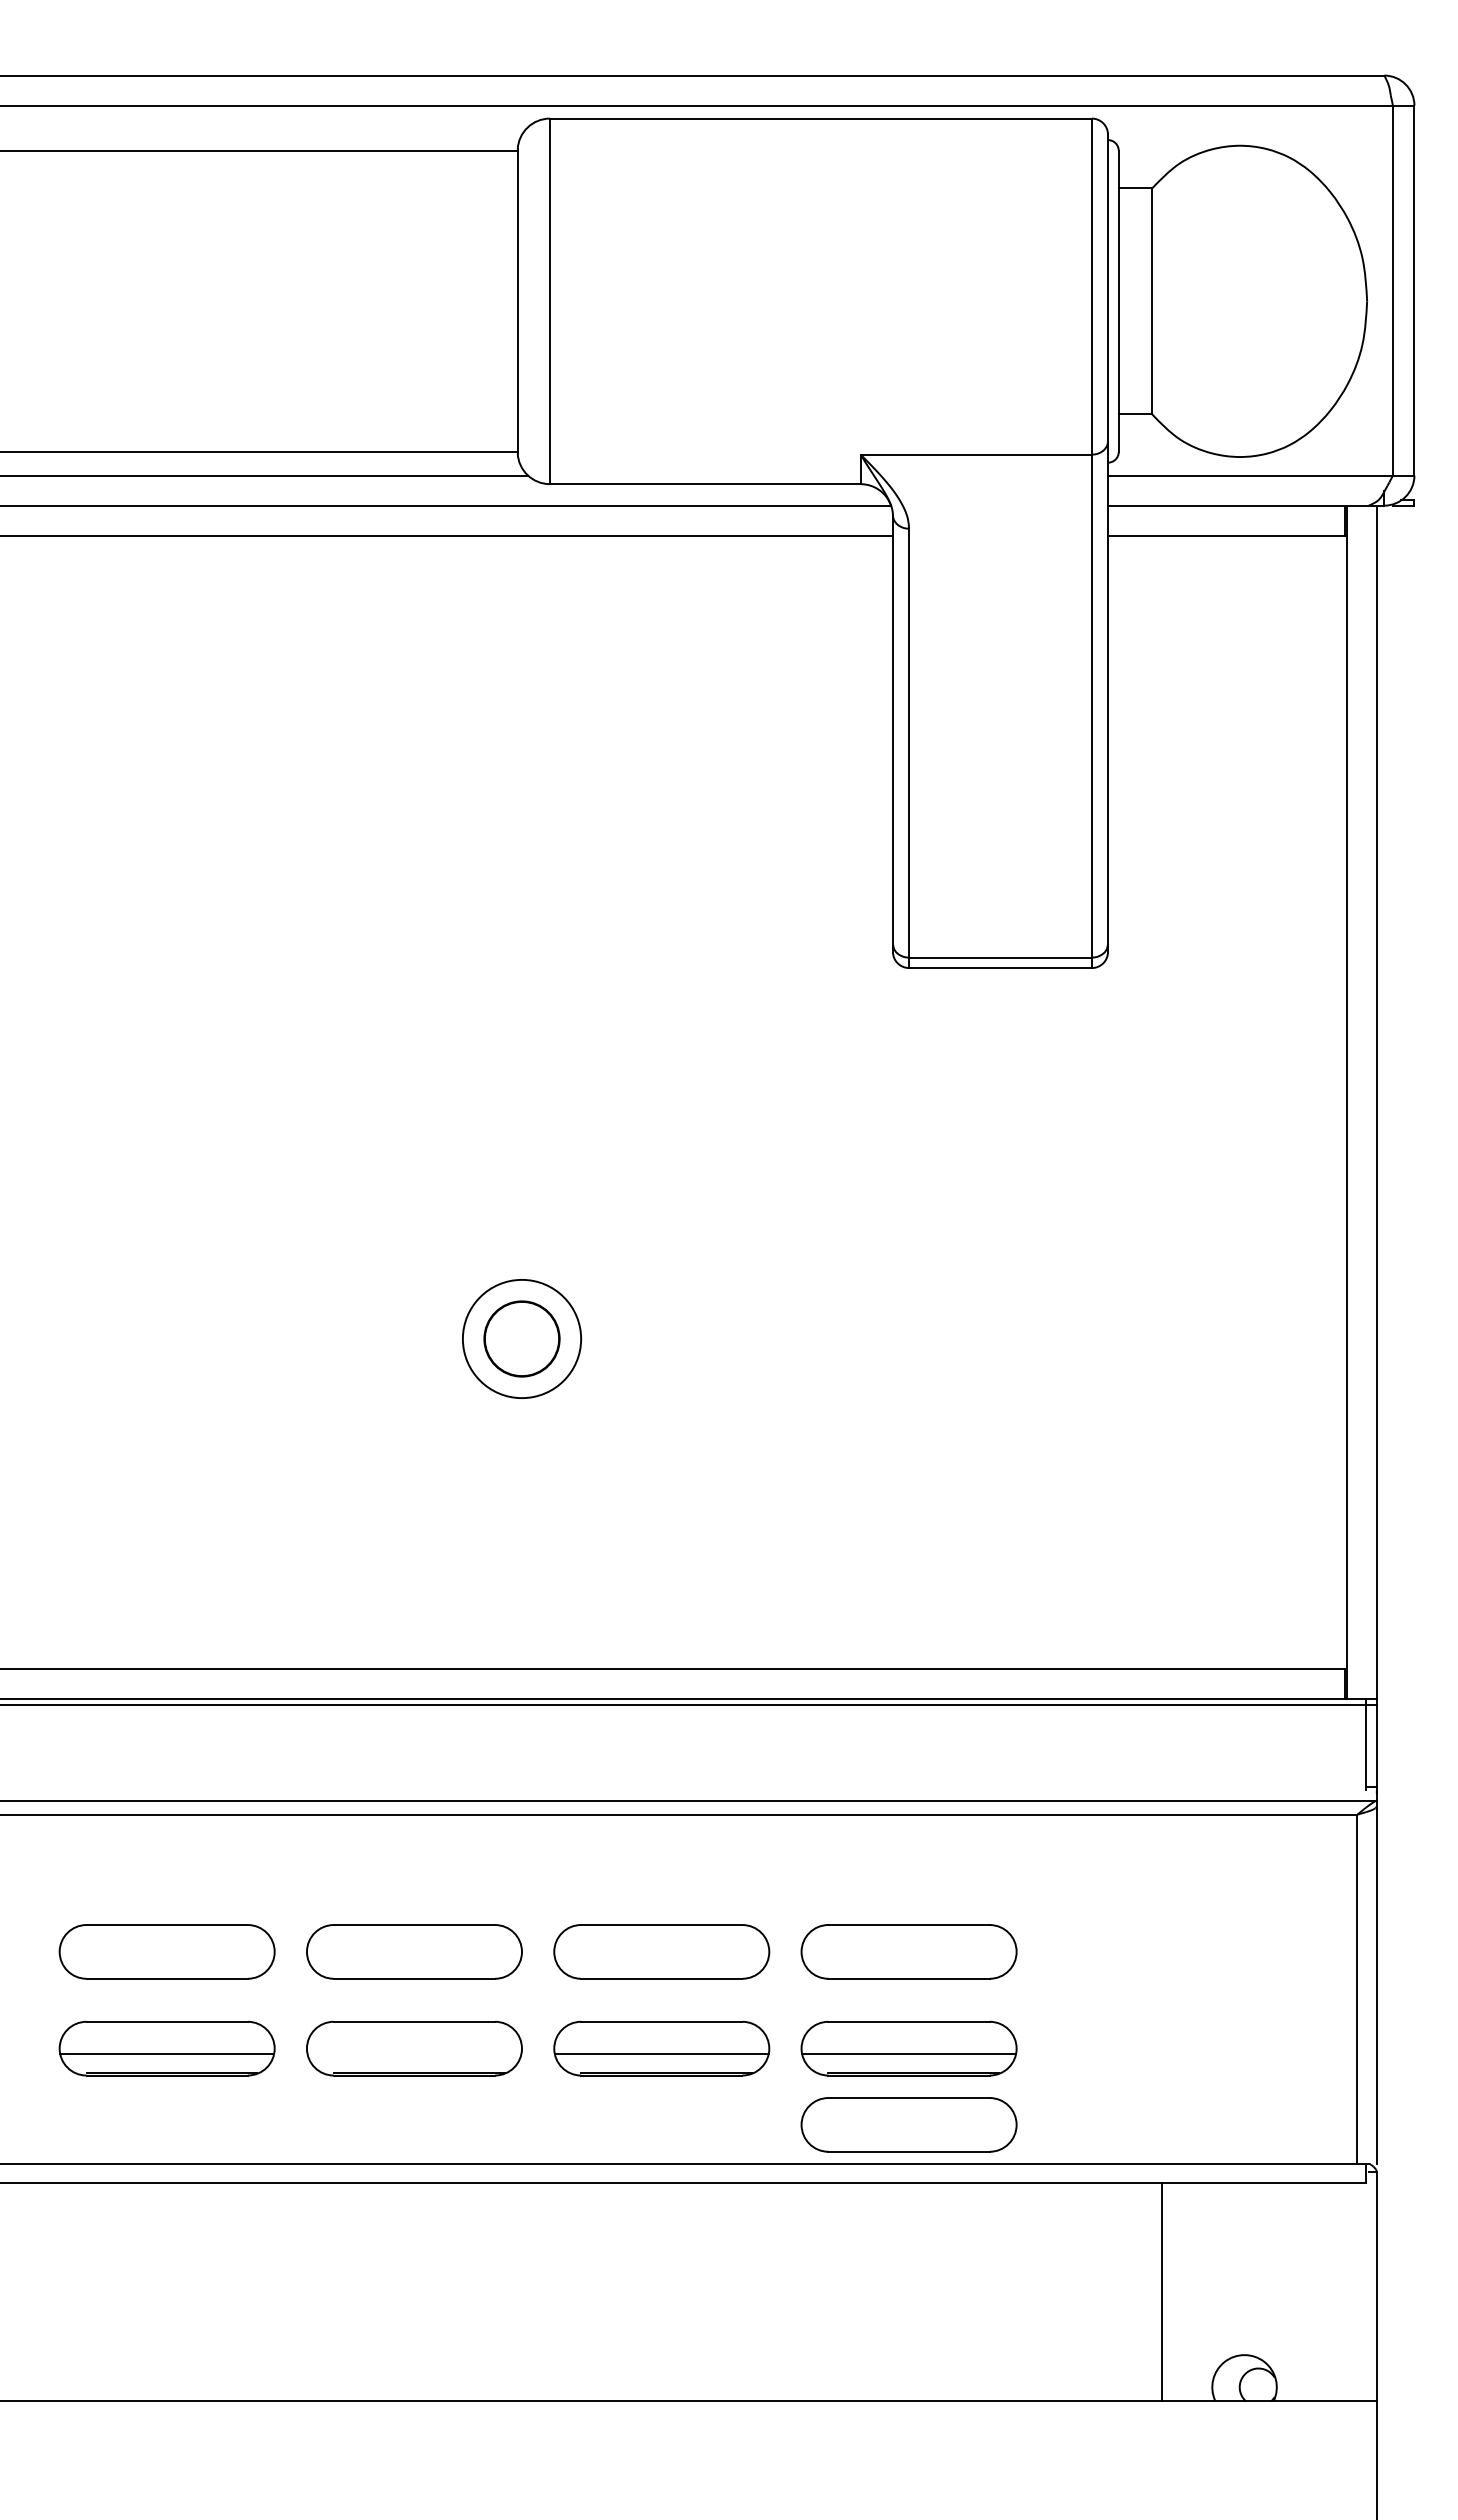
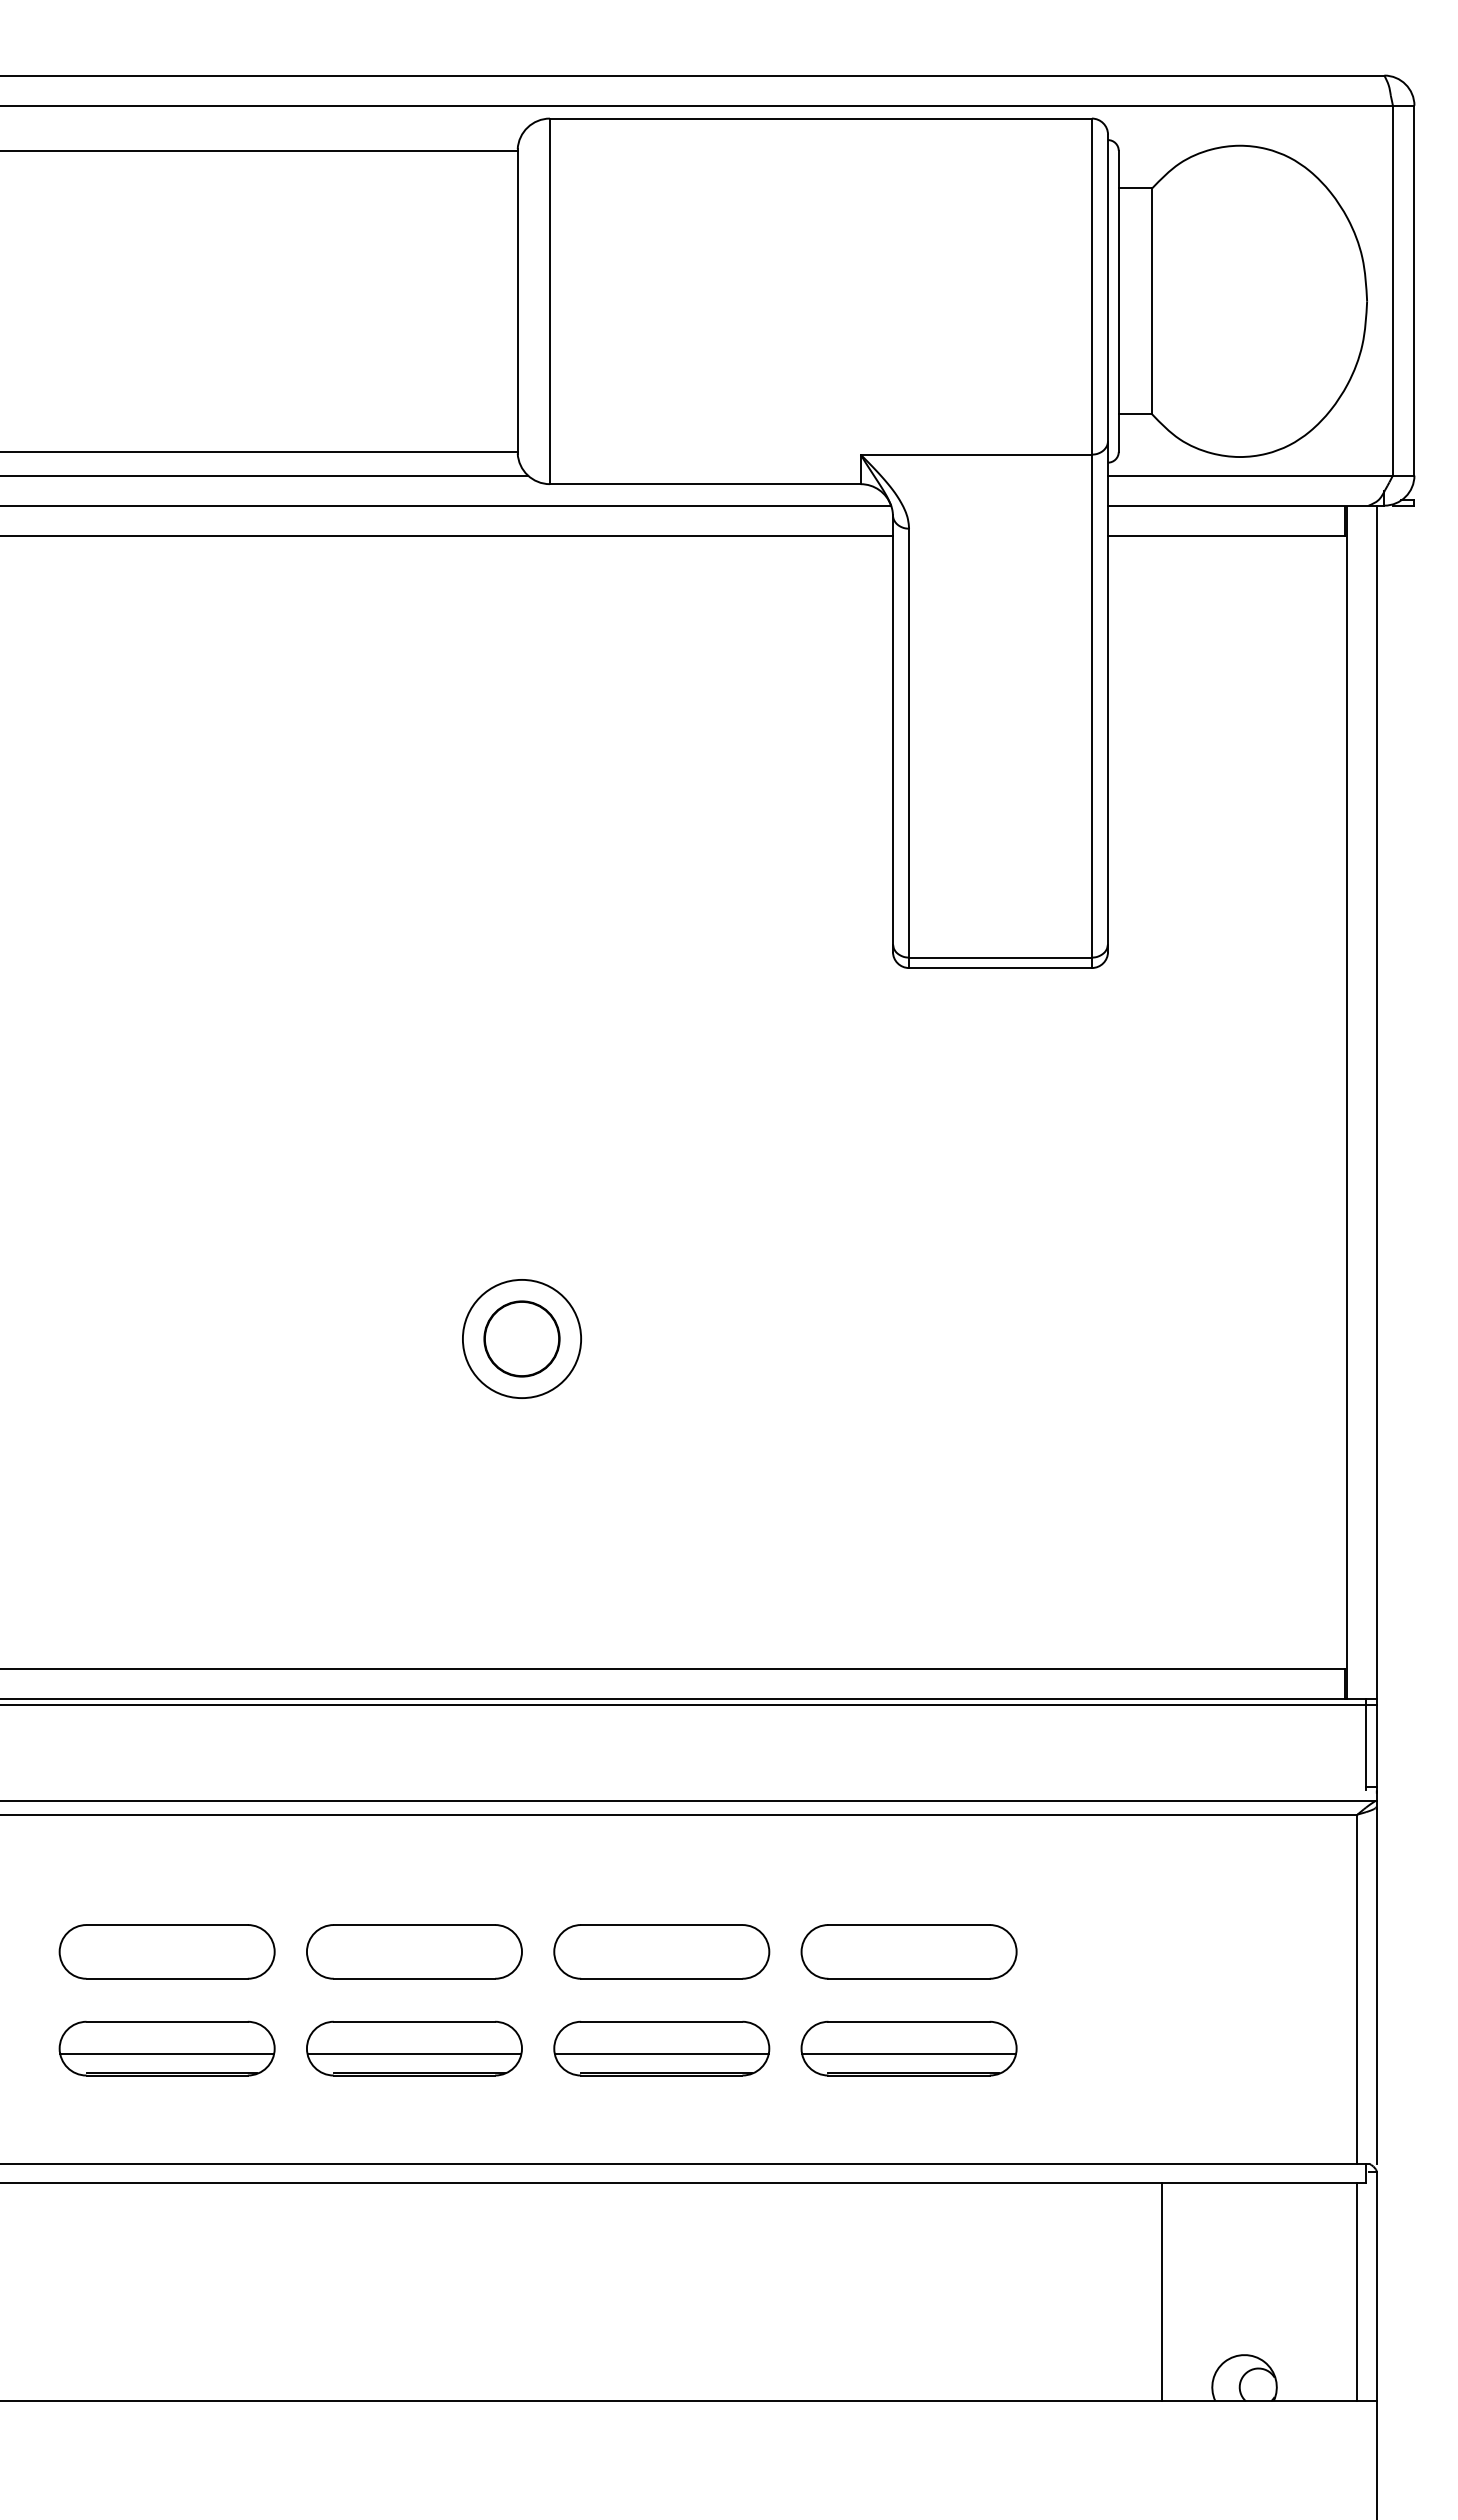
line at (414, 2054): none -> present
part at (908, 2124): present -> none
line at (1357, 2291): none -> present
